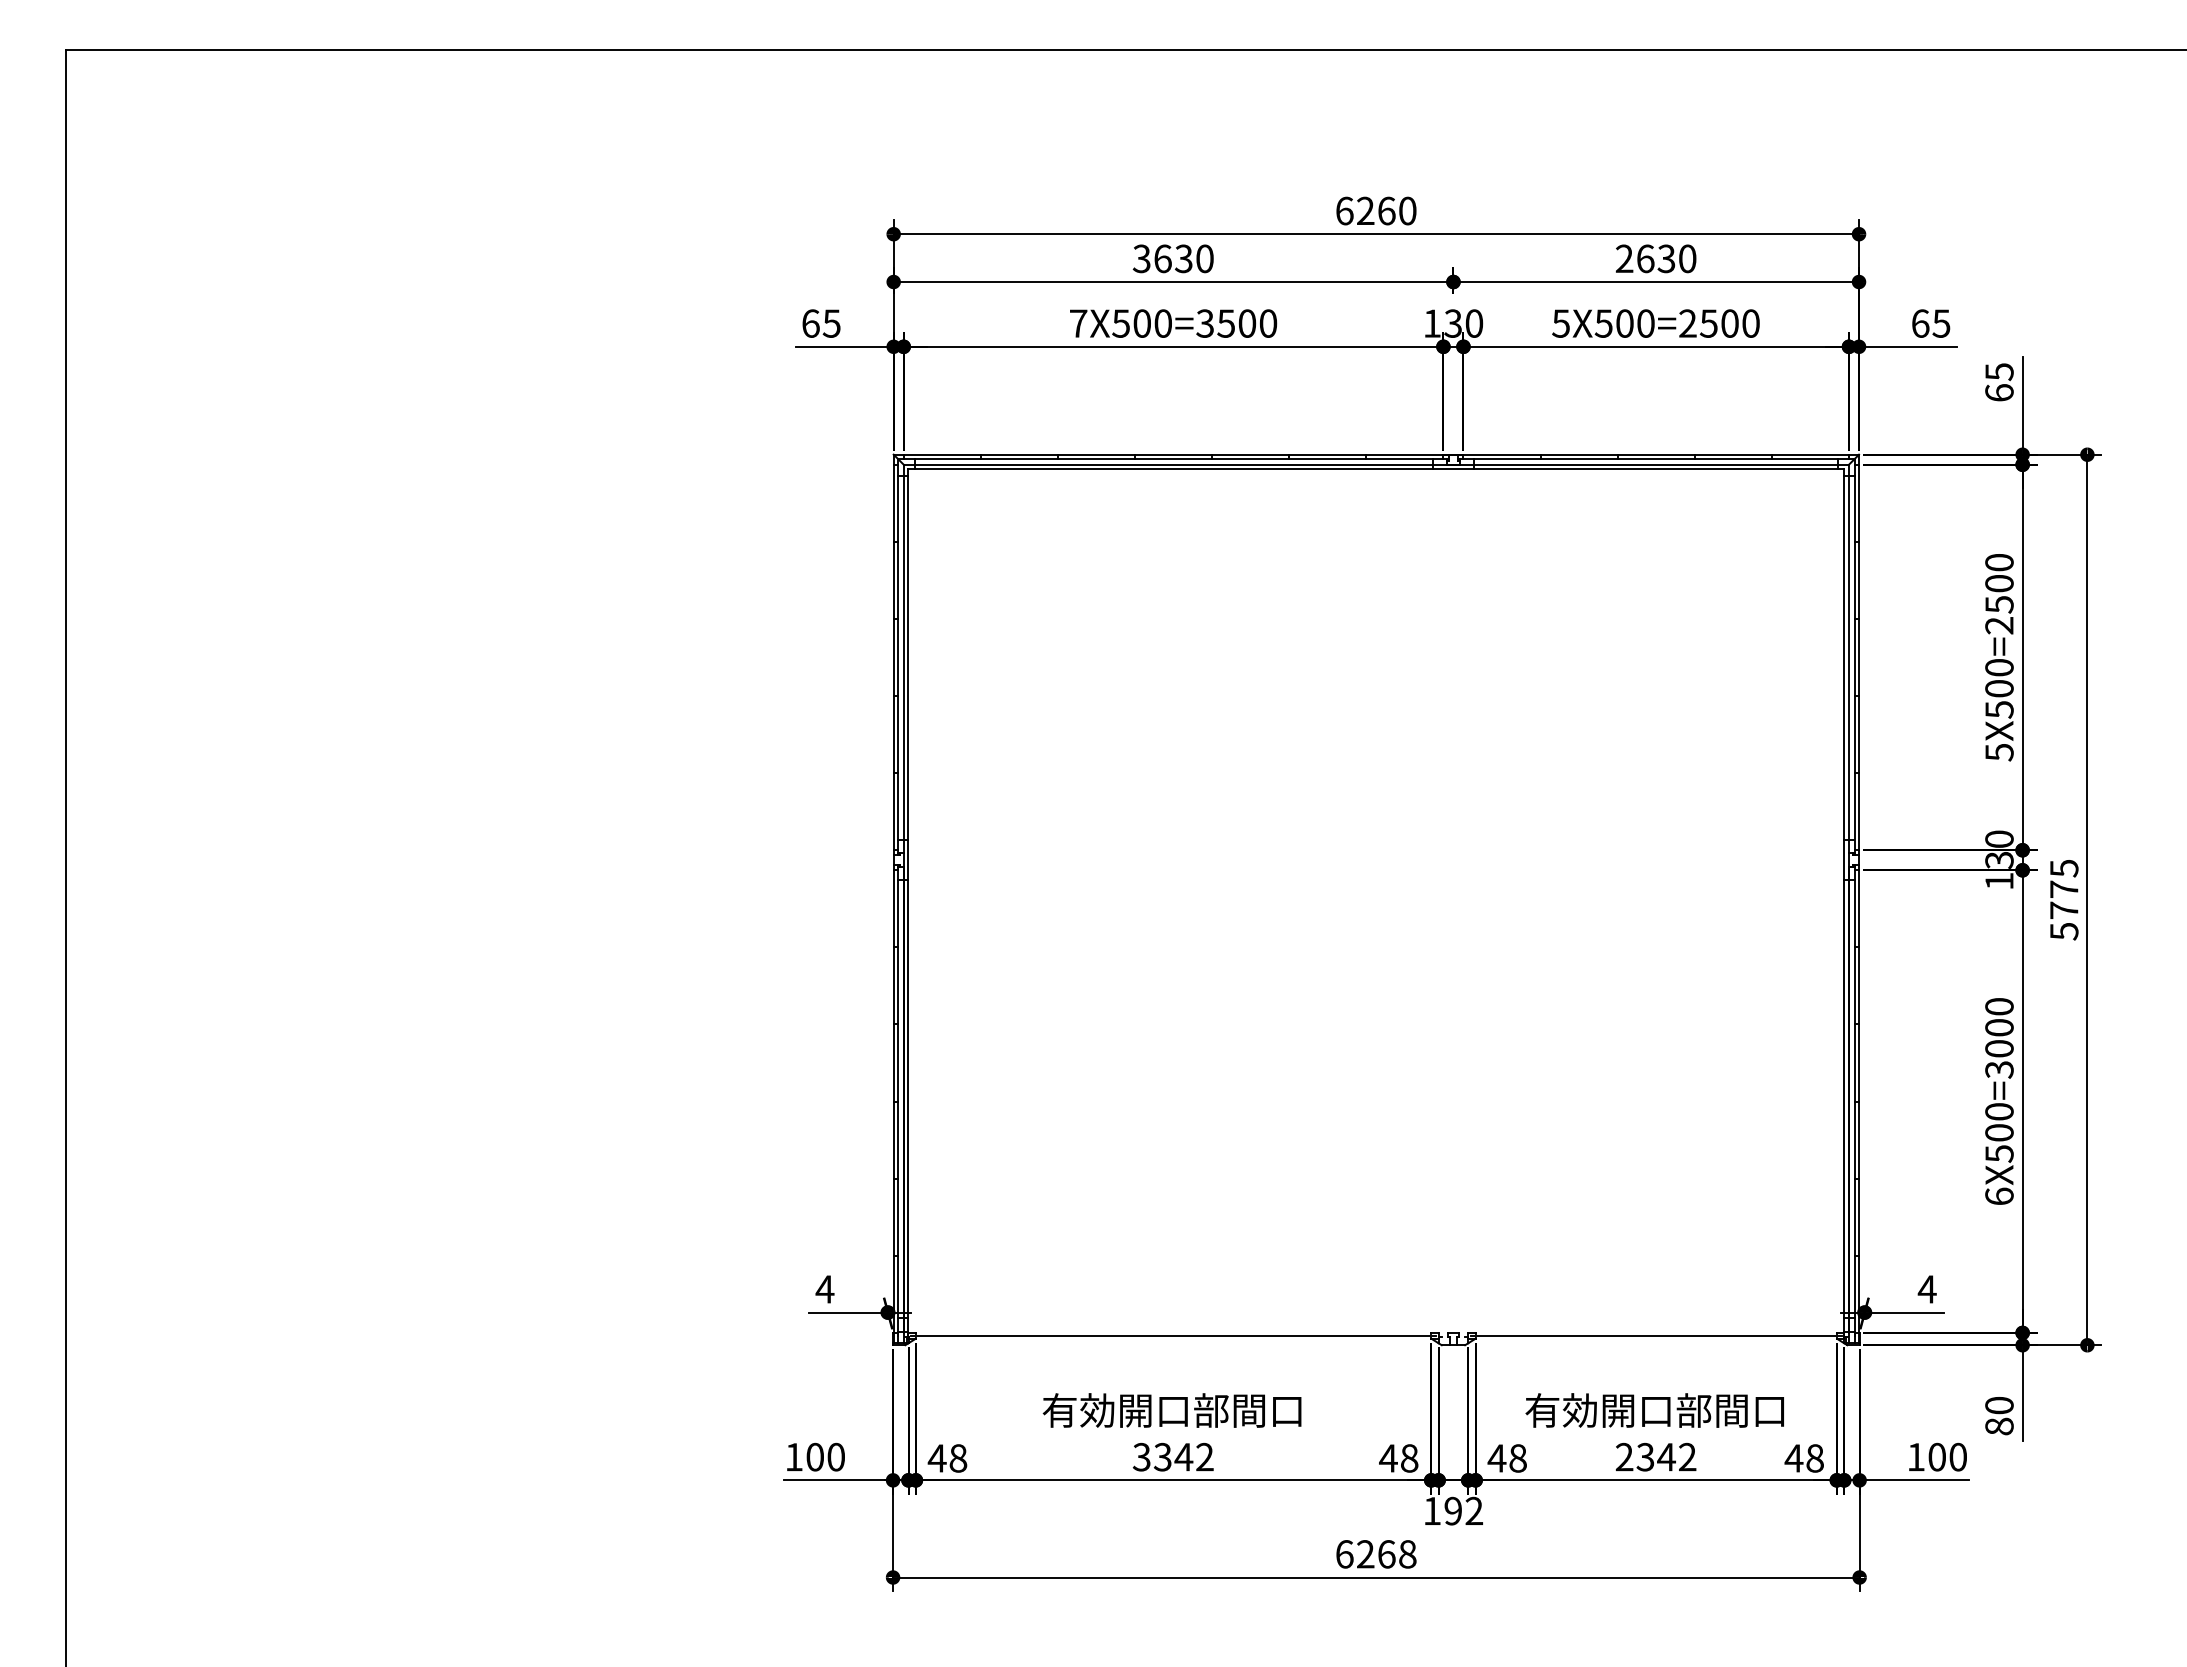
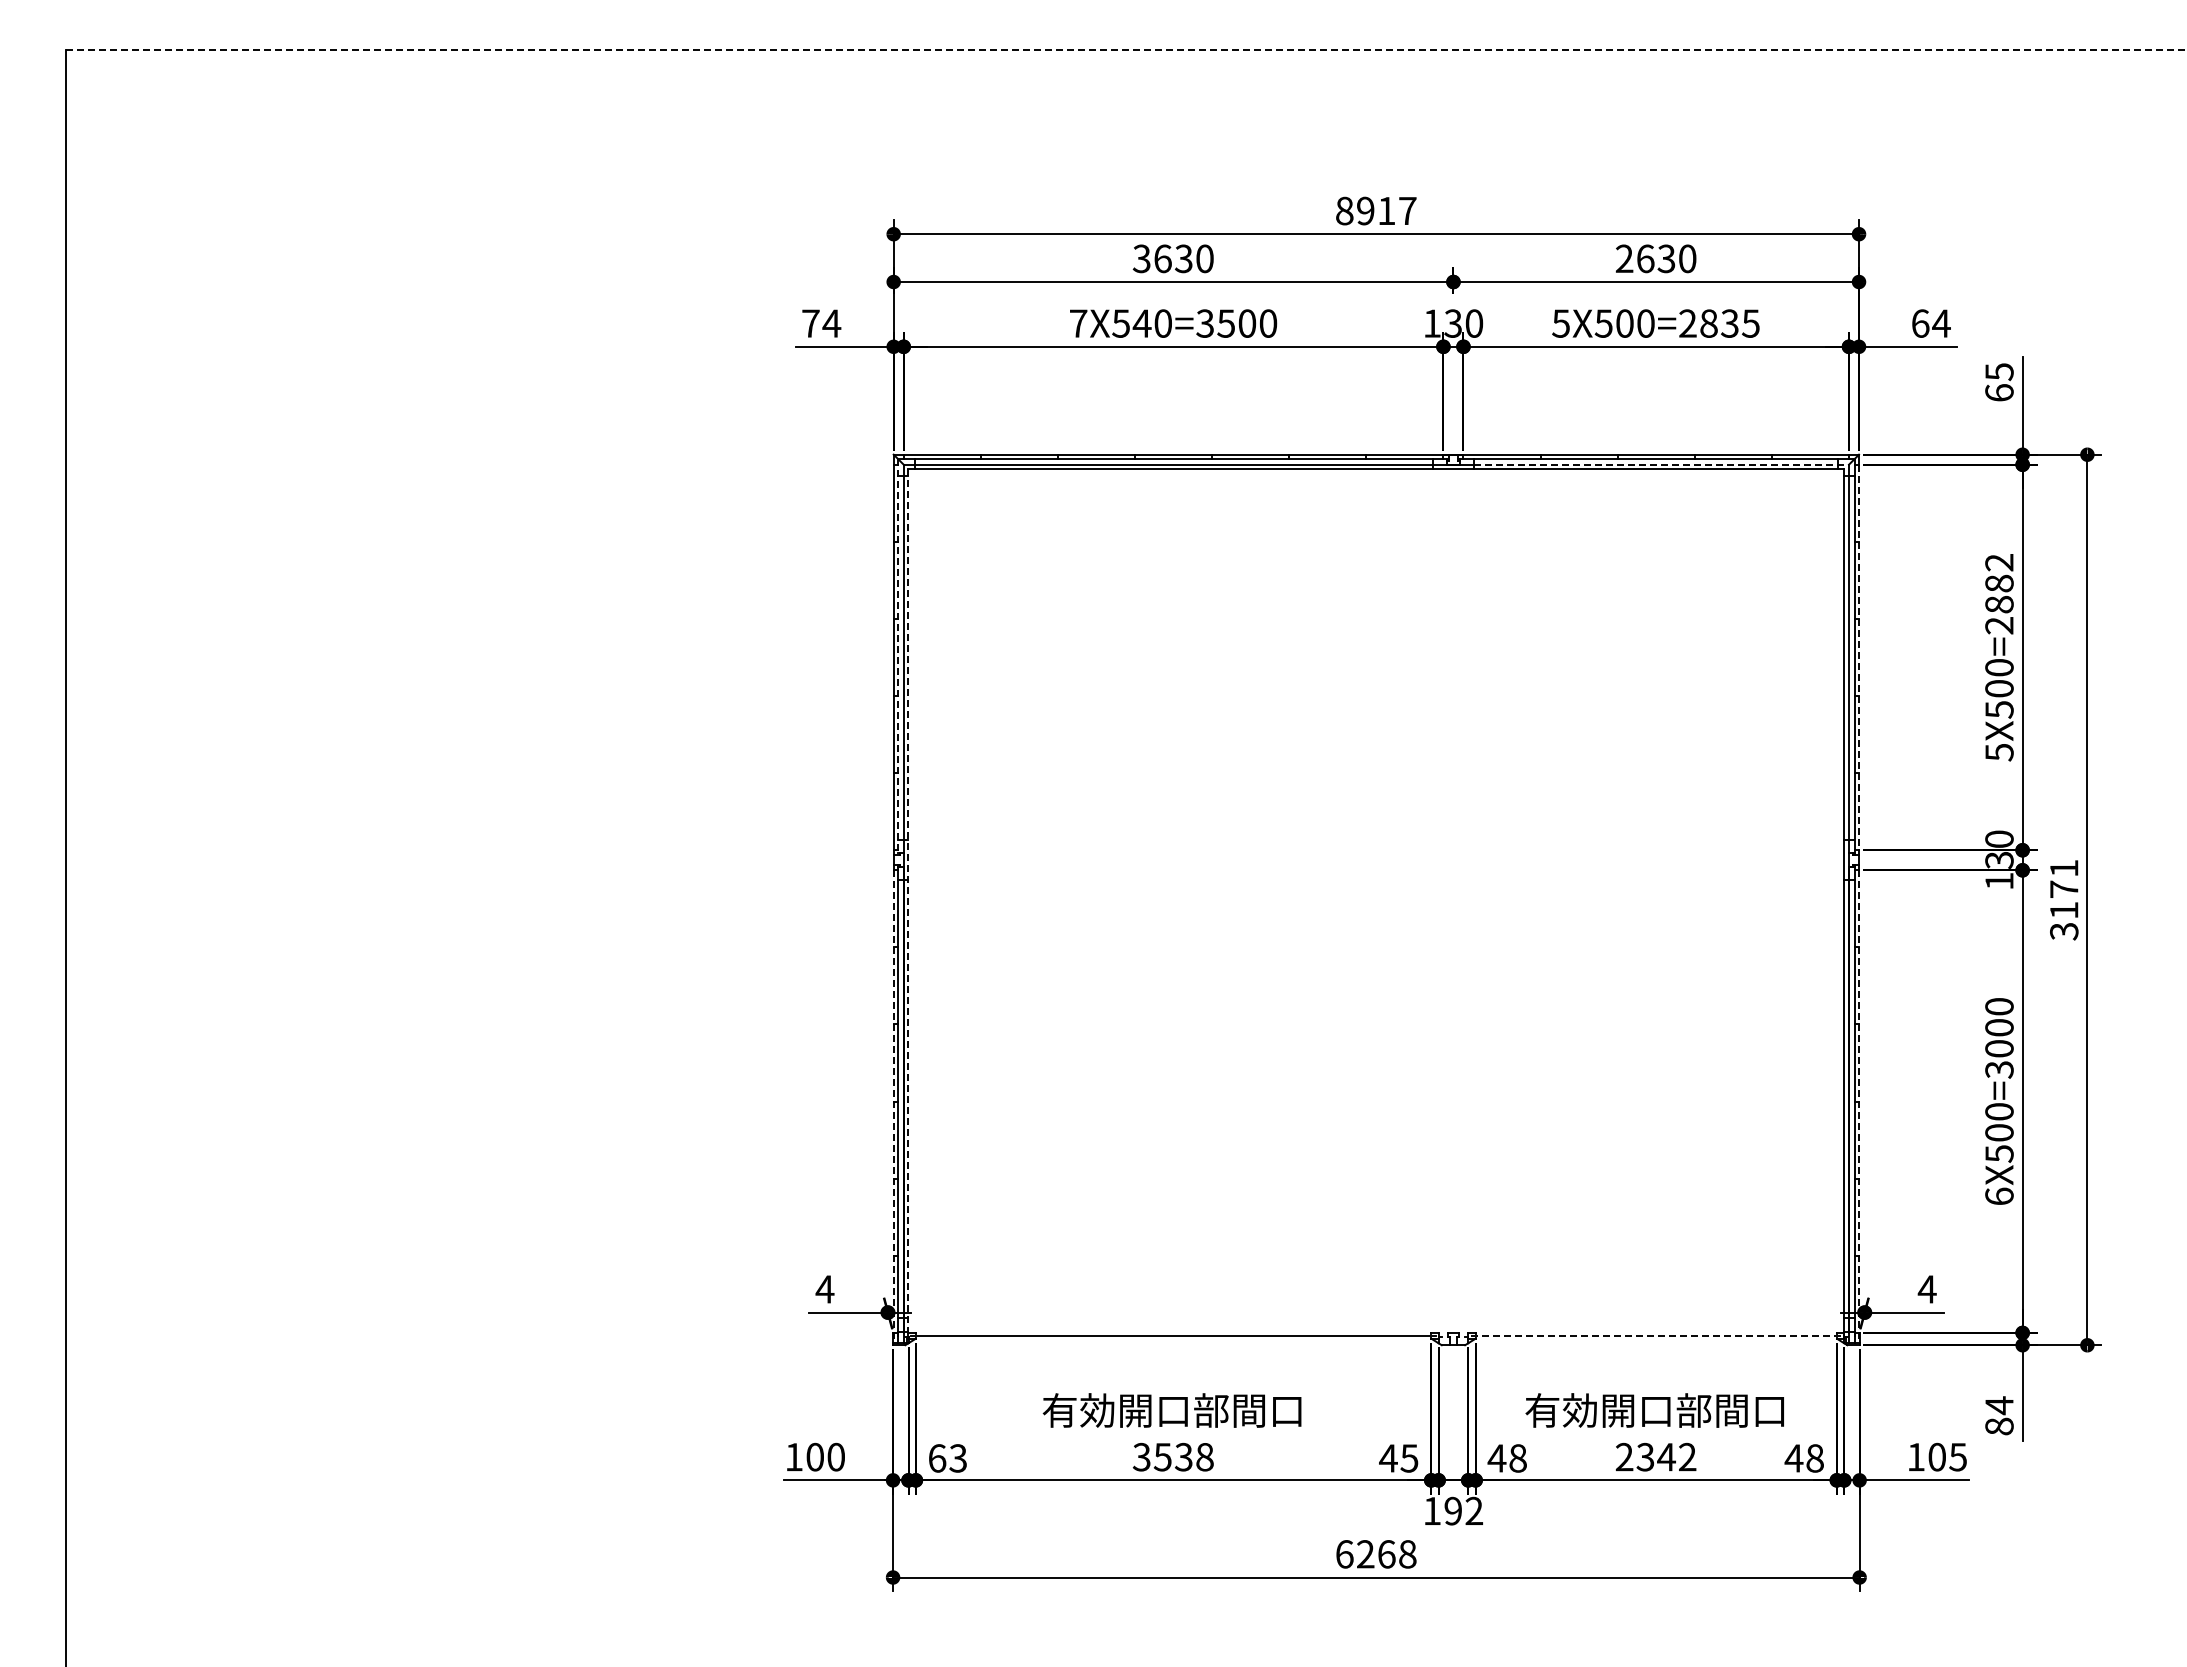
line at (1126, 49): solid -> dashed
text at (1376, 210): 6260 -> 8917
text at (821, 323): 65 -> 74
text at (1141, 323): 7X500=3500 -> 7X540=3500
text at (1729, 323): 5X500=2500 -> 5X500=2835
text at (1941, 323): 65 -> 64
line at (1661, 464): solid -> dashed
text at (1999, 583): 5X500=2500 -> 5X500=2882
line at (898, 657): solid -> dashed
line at (1859, 657): solid -> dashed
text at (2064, 900): 5775 -> 3171
line at (908, 903): solid -> dashed
line at (893, 1107): solid -> dashed
line at (1859, 1107): solid -> dashed
line at (1656, 1335): solid -> dashed
text at (1999, 1405): 80 -> 84
text at (1183, 1456): 3342 -> 3538
text at (1957, 1456): 100 -> 105
text at (947, 1458): 48 -> 63
text at (1409, 1458): 48 -> 45
